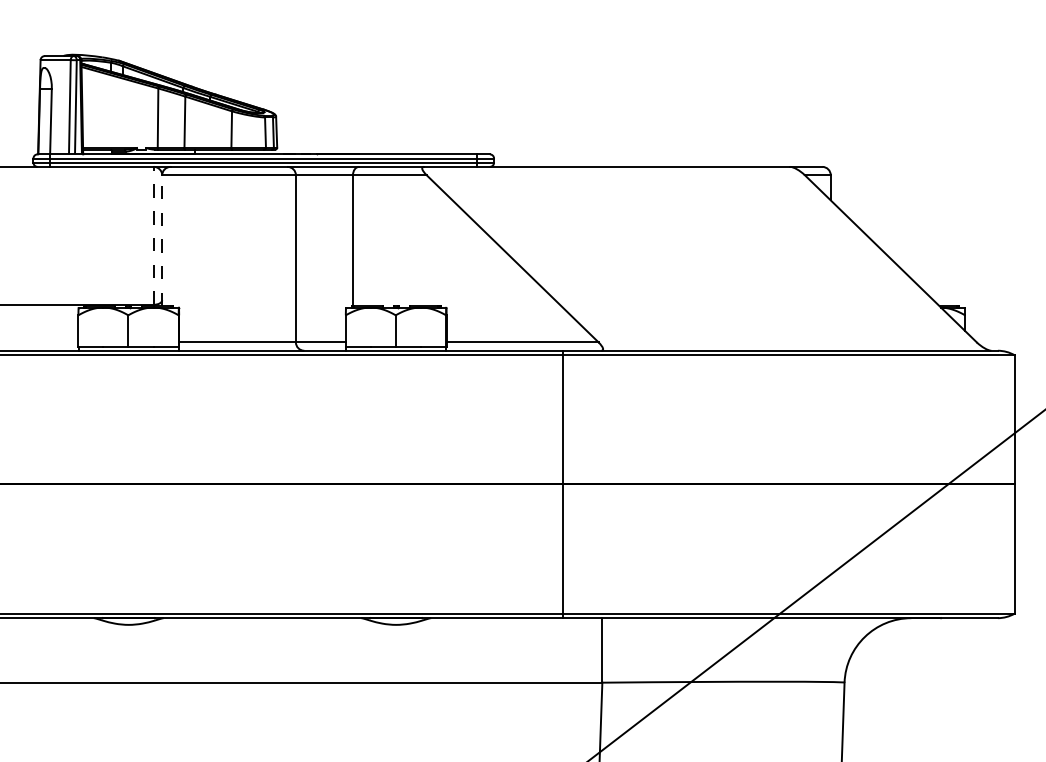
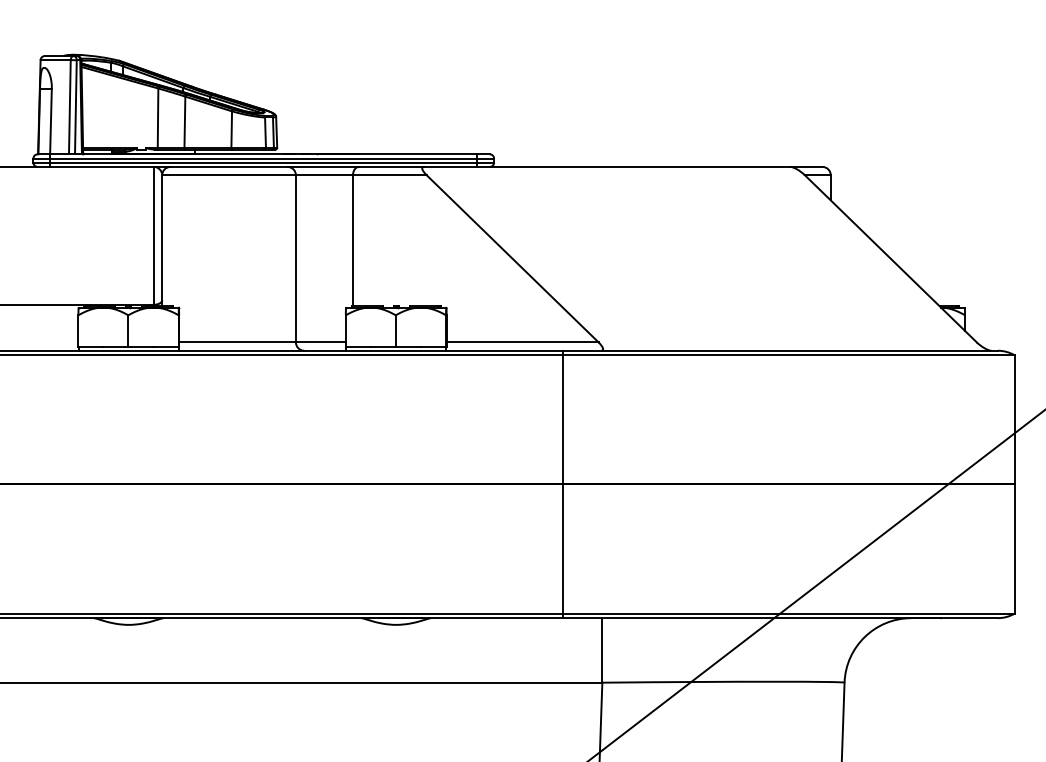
line at (153, 235): dashed -> solid
line at (162, 240): dashed -> solid
